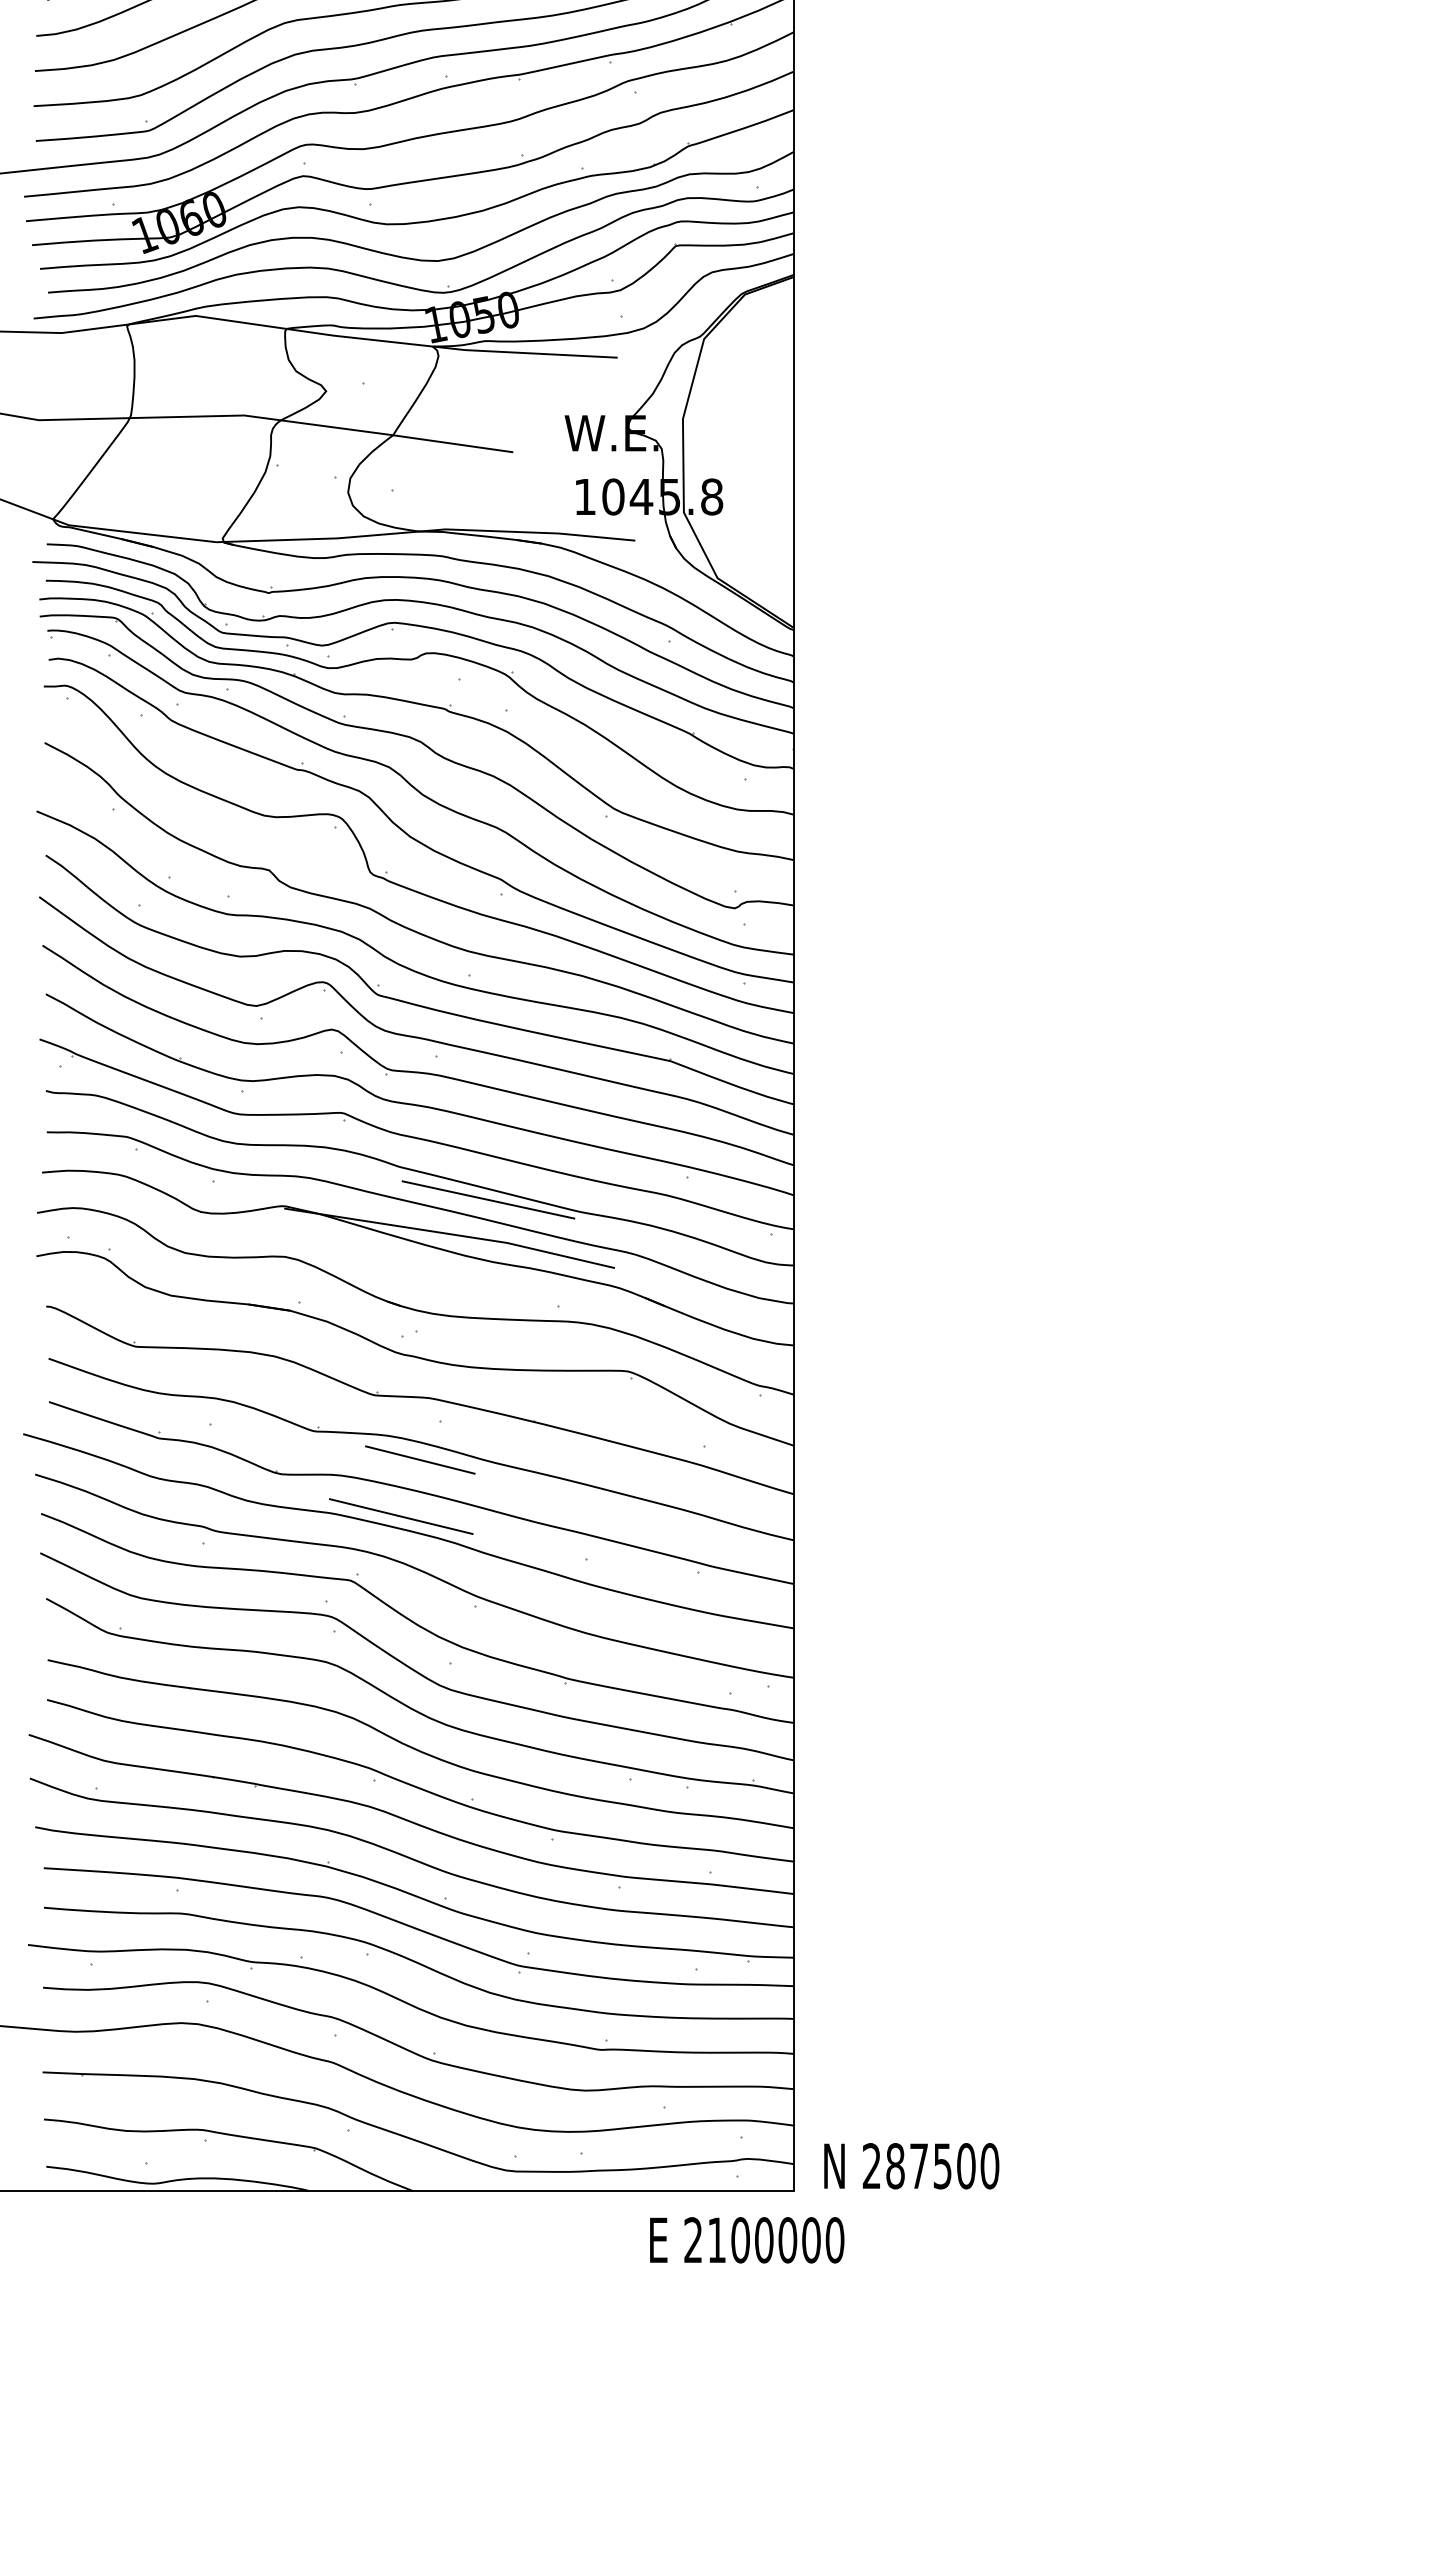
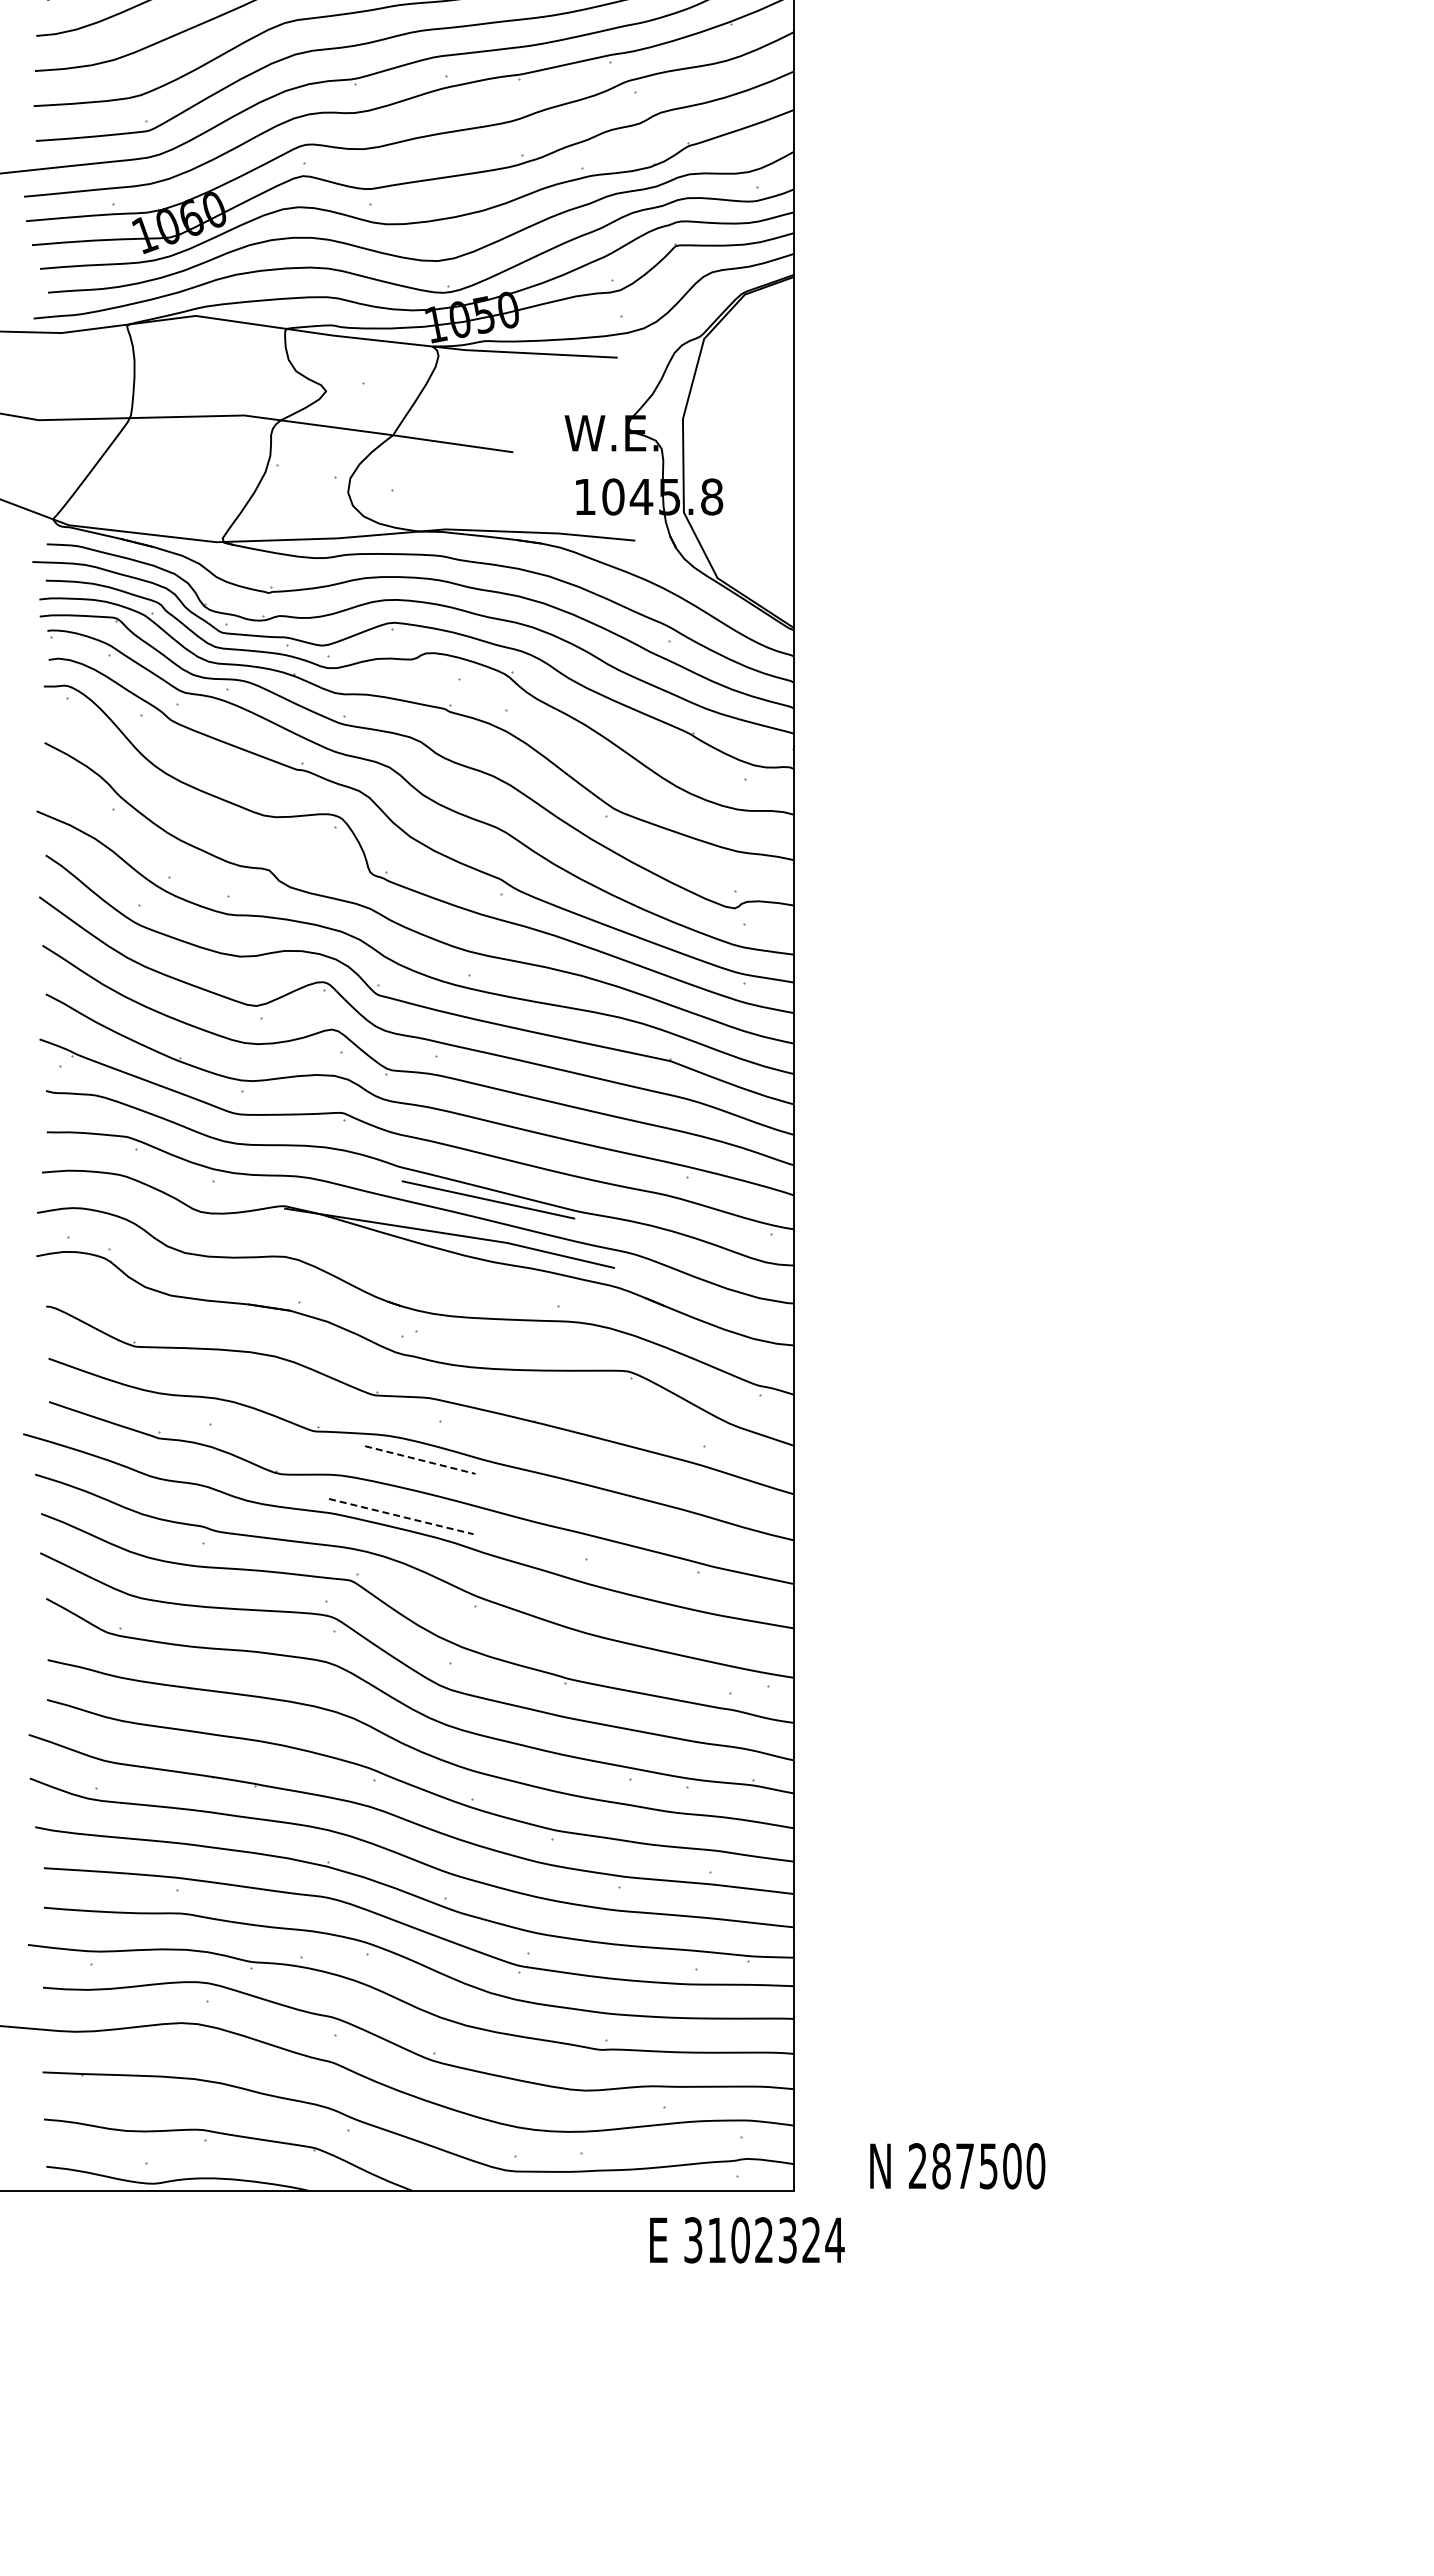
line at (420, 1460): solid -> dashed
line at (401, 1516): solid -> dashed
text at (911, 2166) position: (911, 2166) -> (957, 2166)
text at (764, 2240): 2100000 -> 3102324
